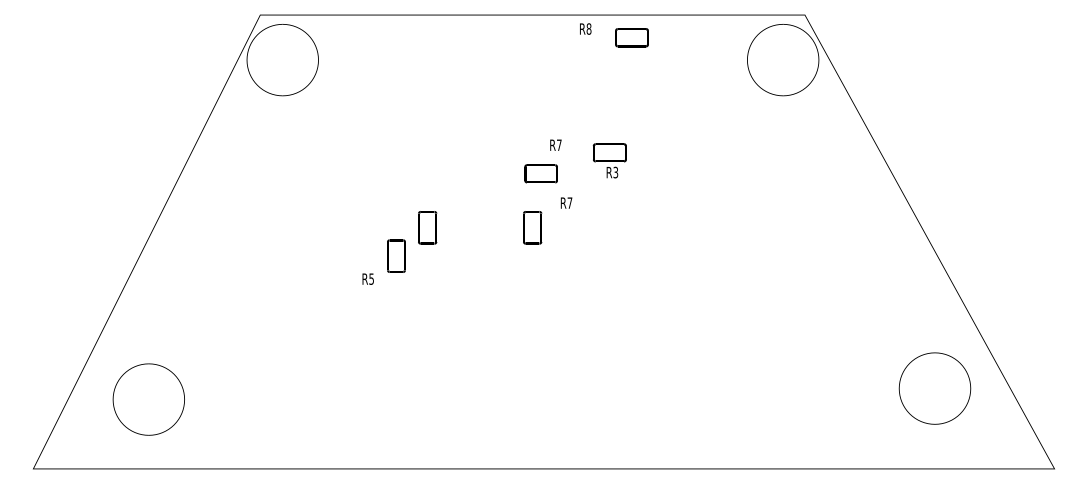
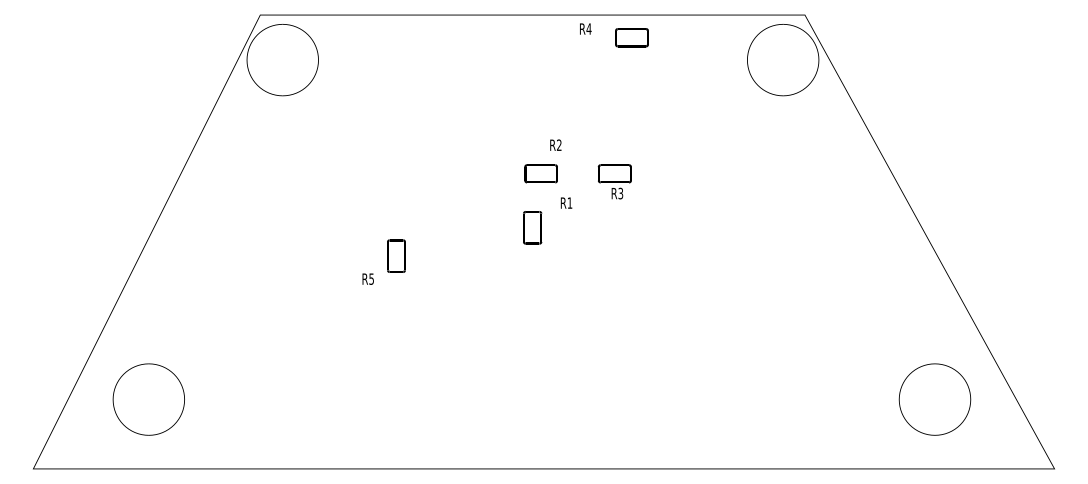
text at (588, 28): R8 -> R4
text at (559, 144): R7 -> R2
text at (609, 160) position: (609, 160) -> (614, 181)
text at (569, 202): R7 -> R1
part at (427, 227): present -> none
part at (934, 388) position: (934, 388) -> (934, 399)
